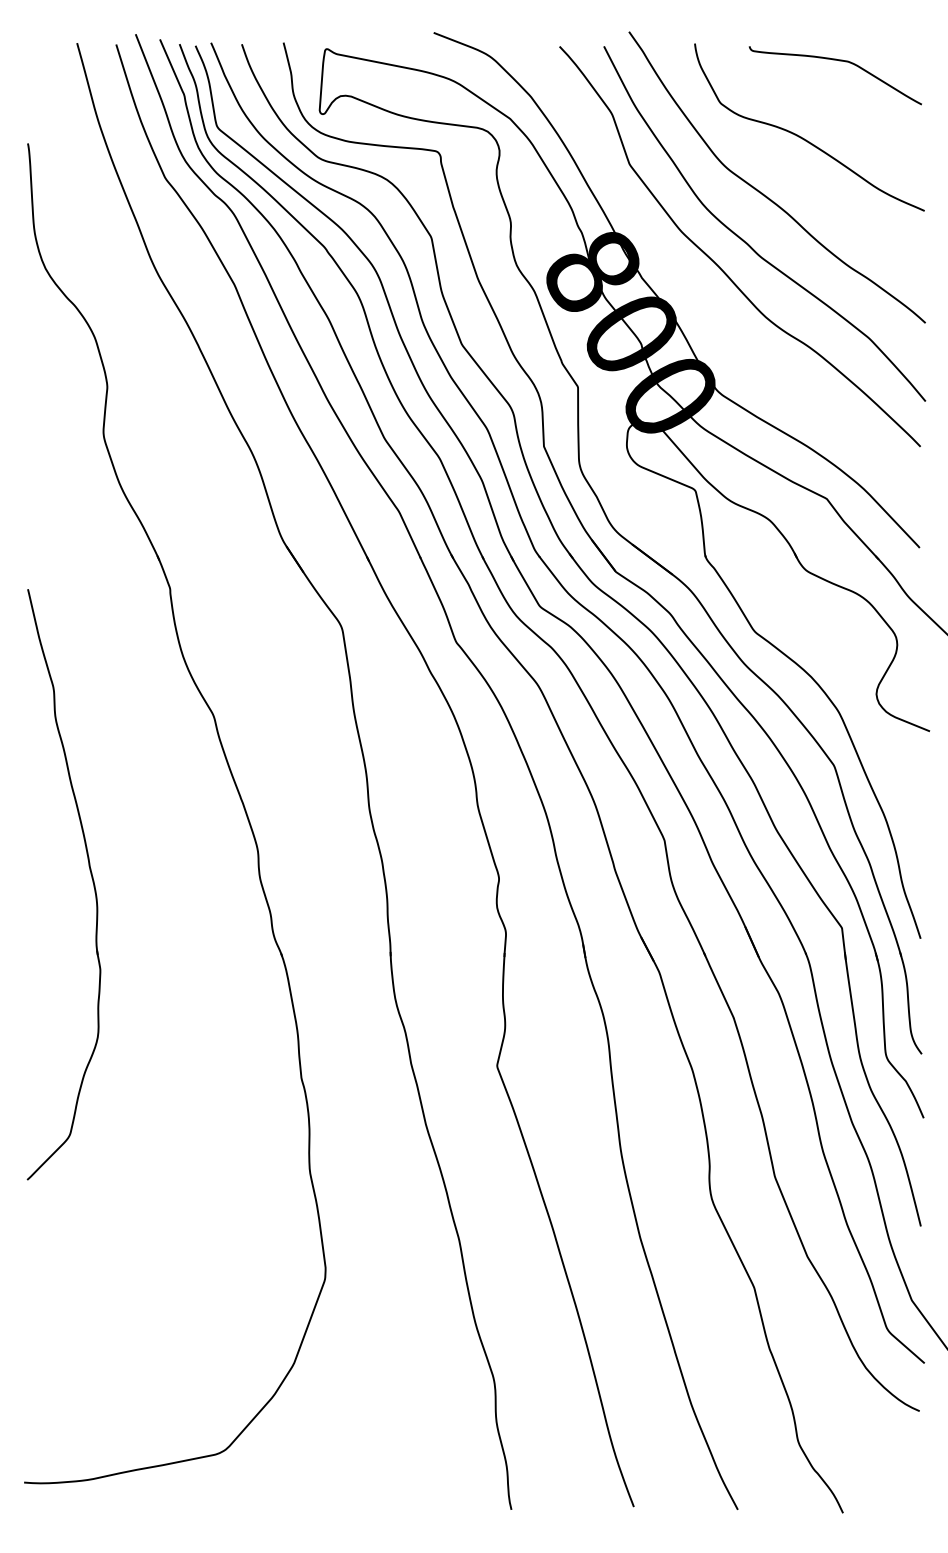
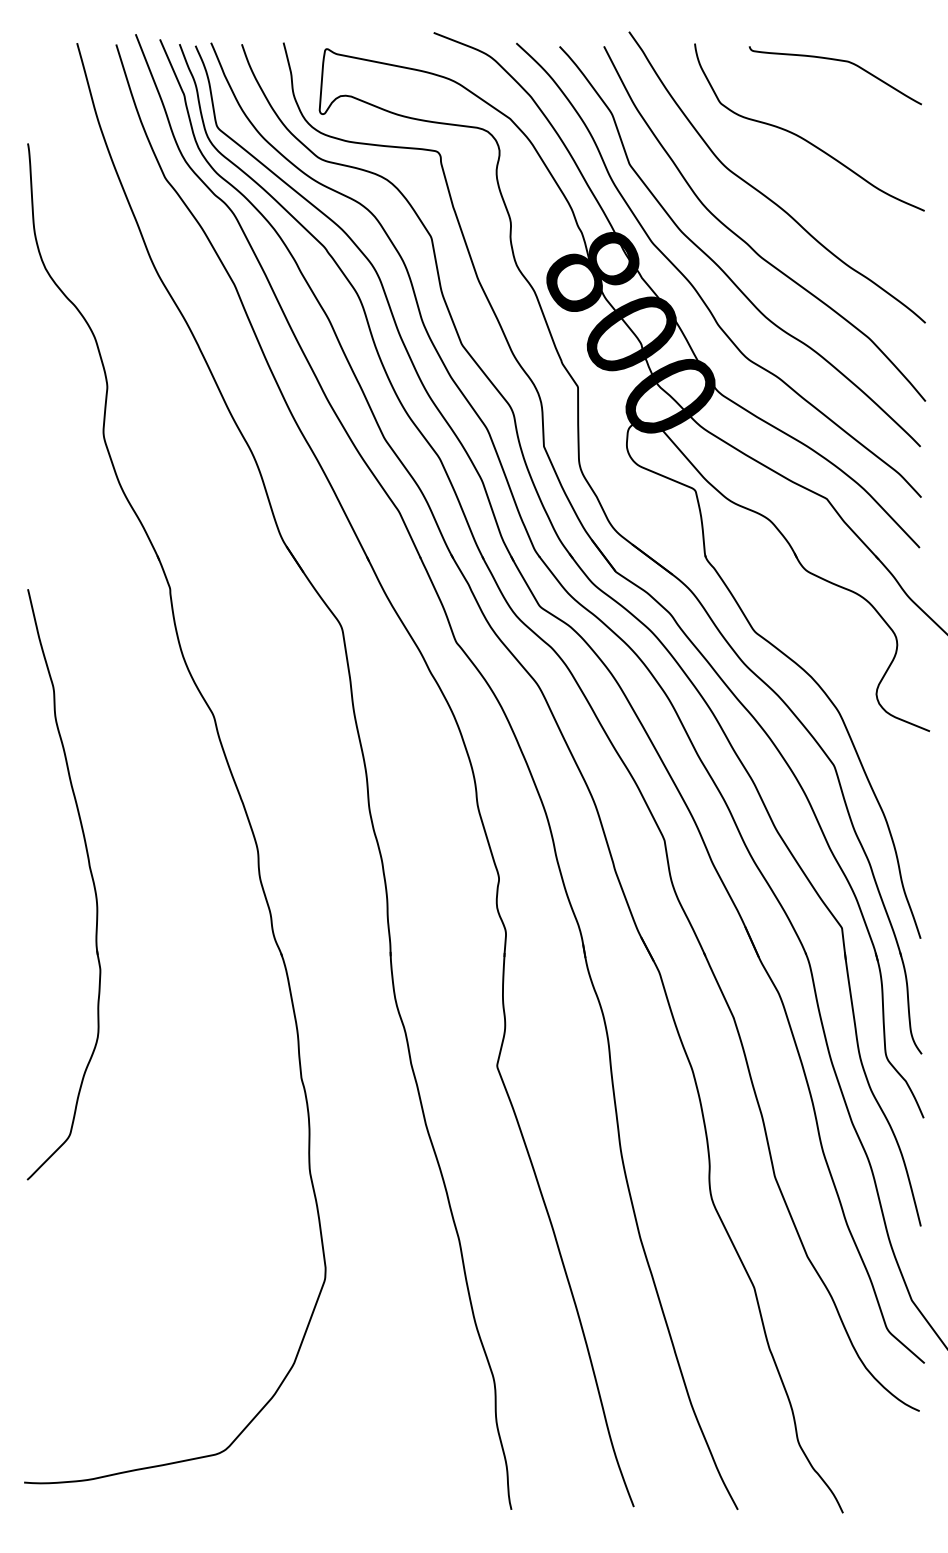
curve at (694, 286): none -> present
